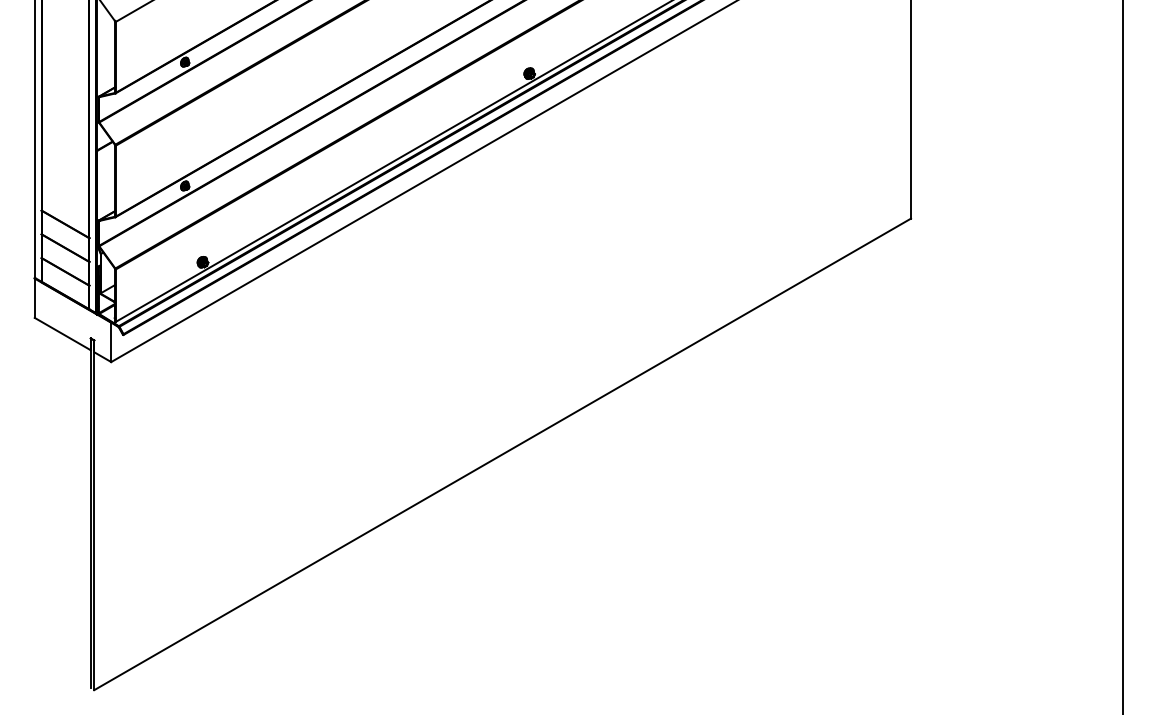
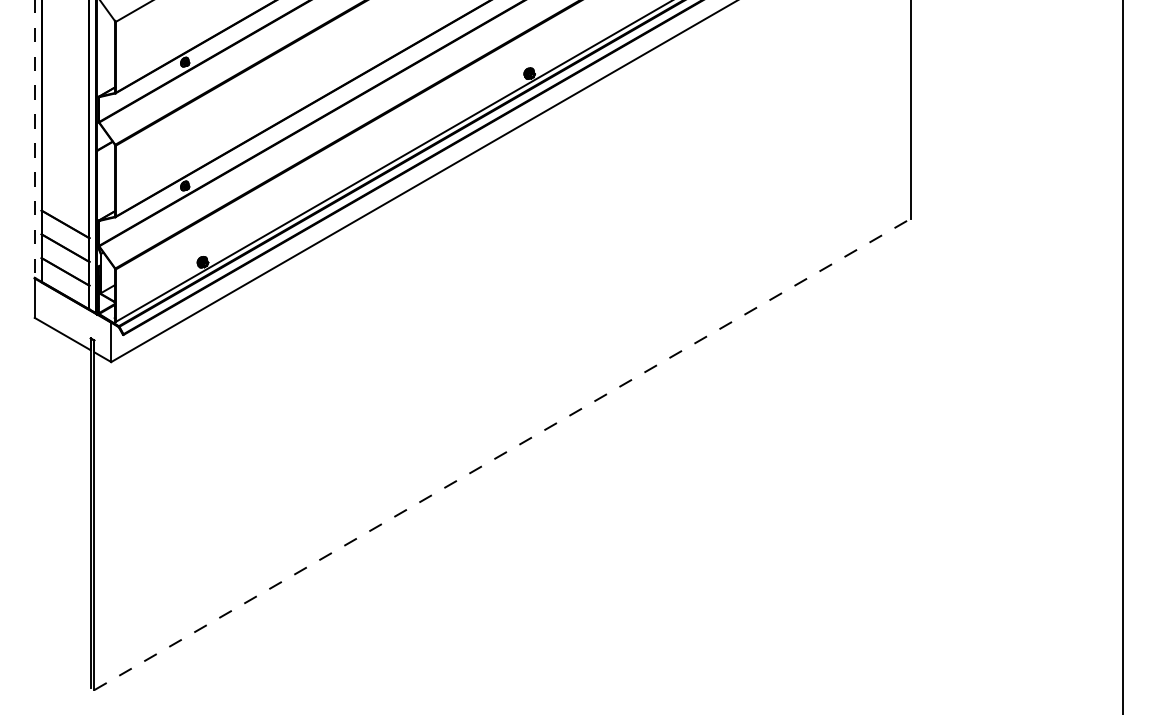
line at (34, 138): solid -> dashed
line at (502, 454): solid -> dashed
